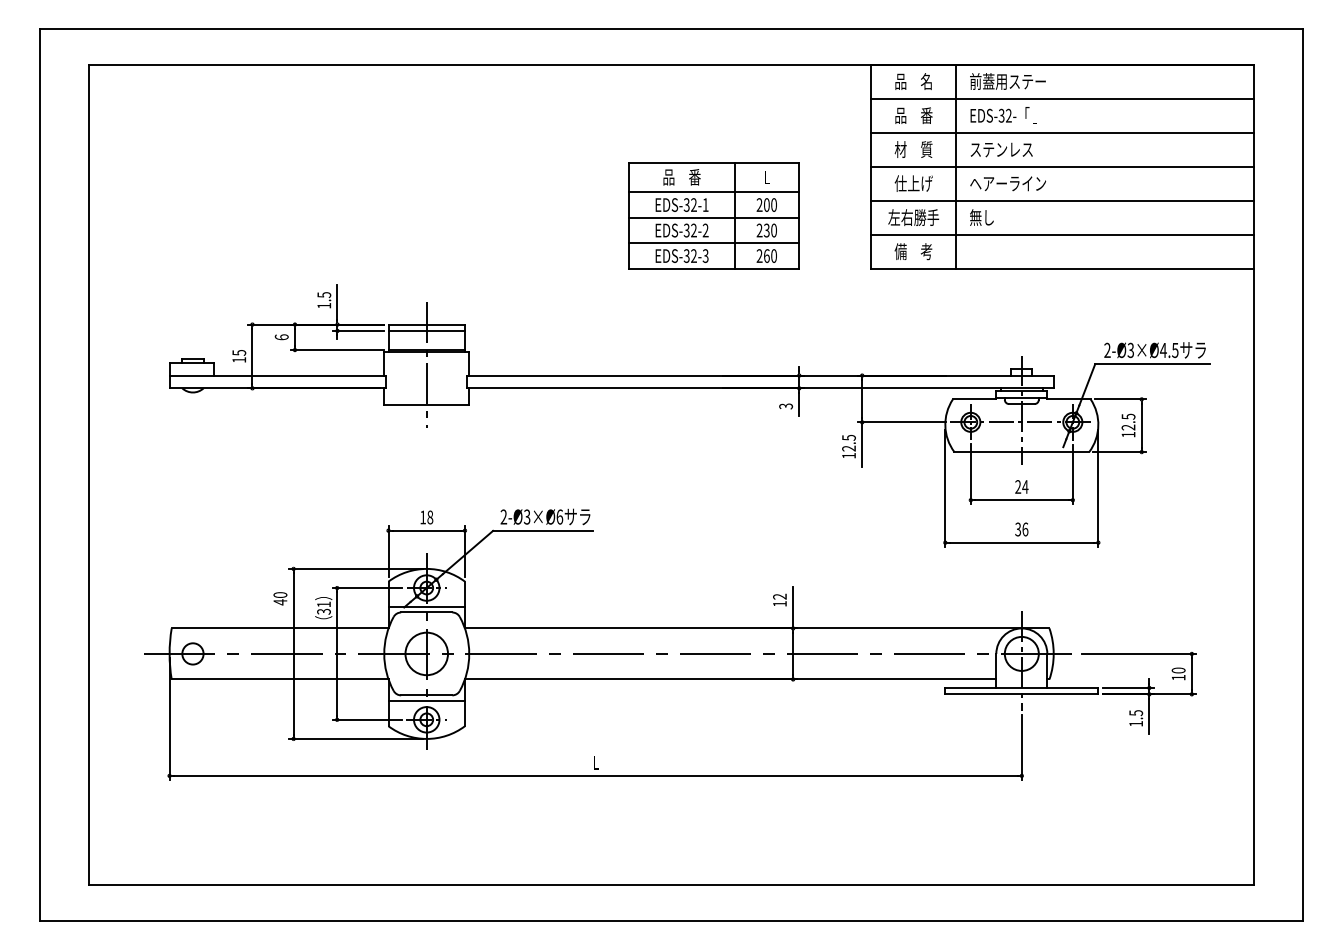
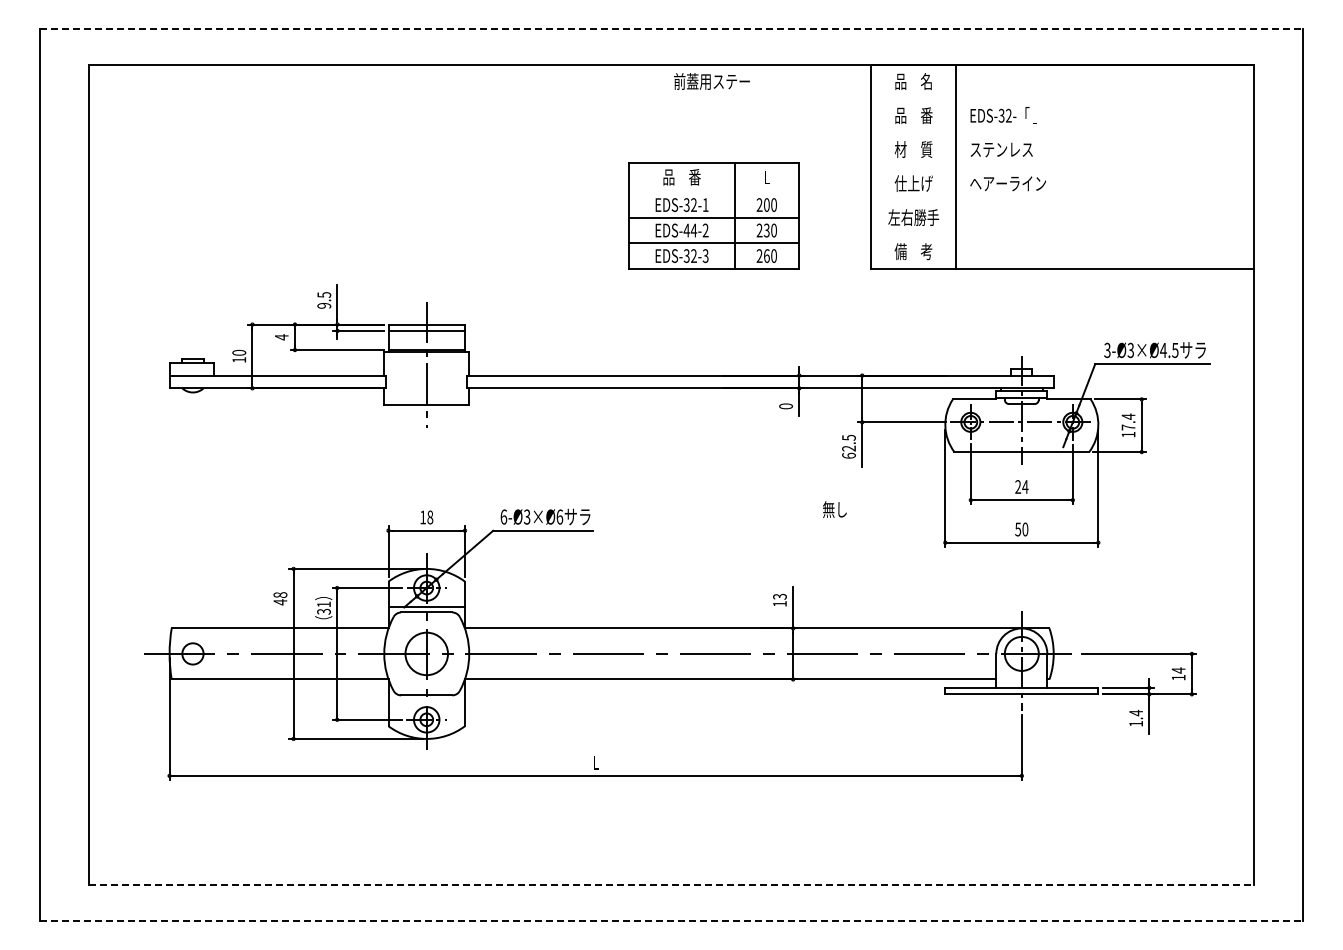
line at (671, 28): solid -> dashed
text at (1007, 81) position: (1007, 81) -> (711, 81)
line at (1062, 98): present -> none
line at (1062, 132): present -> none
line at (1062, 166): present -> none
line at (713, 192): present -> none
line at (1062, 200): present -> none
text at (981, 217) position: (981, 217) -> (834, 509)
text at (690, 230): EDS-32-2 -> EDS-44-2
line at (1062, 234): present -> none
text at (324, 305): 1.5 -> 9.5
text at (281, 337): 6 -> 4
text at (1107, 350): 2-Ø3×Ø4.5 -> 3-Ø3×Ø4.5
text at (239, 352): 15 -> 10
text at (785, 406): 3 -> 0
text at (1128, 421): 12.5 -> 17.4
text at (848, 455): 12.5 -> 62.5
text at (503, 516): 2-Ø3×Ø6 -> 6-Ø3×Ø6
text at (1021, 529): 36 -> 50
text at (280, 594): 40 -> 48
text at (779, 596): 12 -> 13
text at (1178, 670): 10 -> 14
line at (426, 700): present -> none
text at (1136, 712): 1.5 -> 1.4
line at (671, 885): solid -> dashed
line at (671, 921): solid -> dashed
